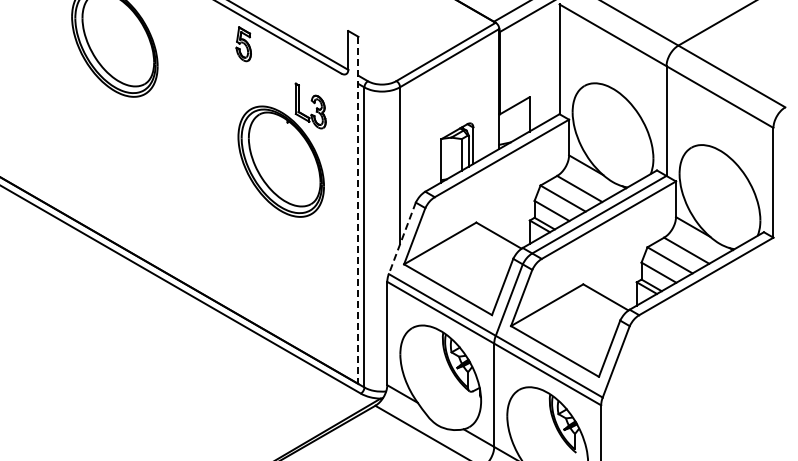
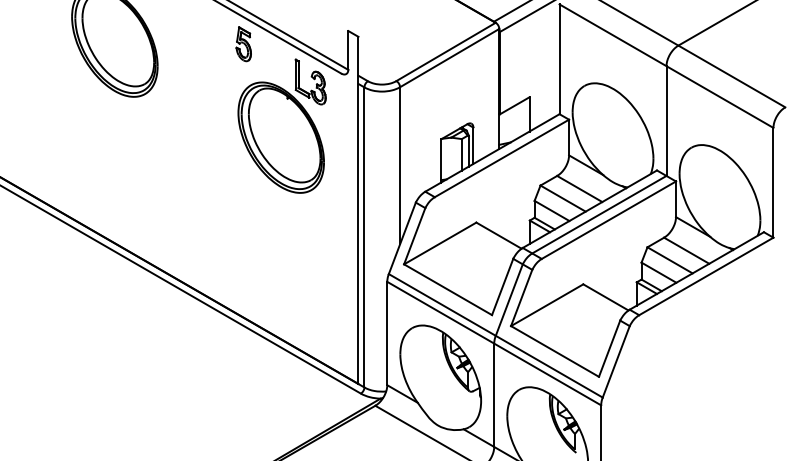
part at (281, 149) position: (281, 149) -> (281, 125)
line at (358, 210): dashed -> solid
line at (402, 238): dashed -> solid
